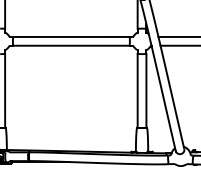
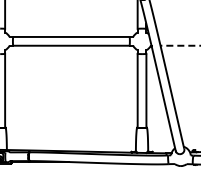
line at (177, 36): present -> none
line at (180, 45): solid -> dashed
